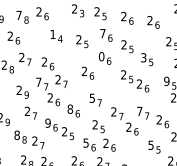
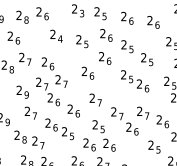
text at (18, 15): 7 -> 2
text at (52, 33): 1 -> 2
text at (102, 33): 7 -> 2
text at (101, 56): 0 -> 2
text at (143, 57): 3 -> 2
text at (38, 81): 7 -> 2
text at (166, 81): 9 -> 2
text at (91, 97): 5 -> 2
text at (70, 108): 8 -> 2
text at (139, 110): 7 -> 2
text at (47, 122): 9 -> 2
text at (16, 134): 8 -> 2
text at (85, 142): 5 -> 2
text at (150, 144): 5 -> 2
